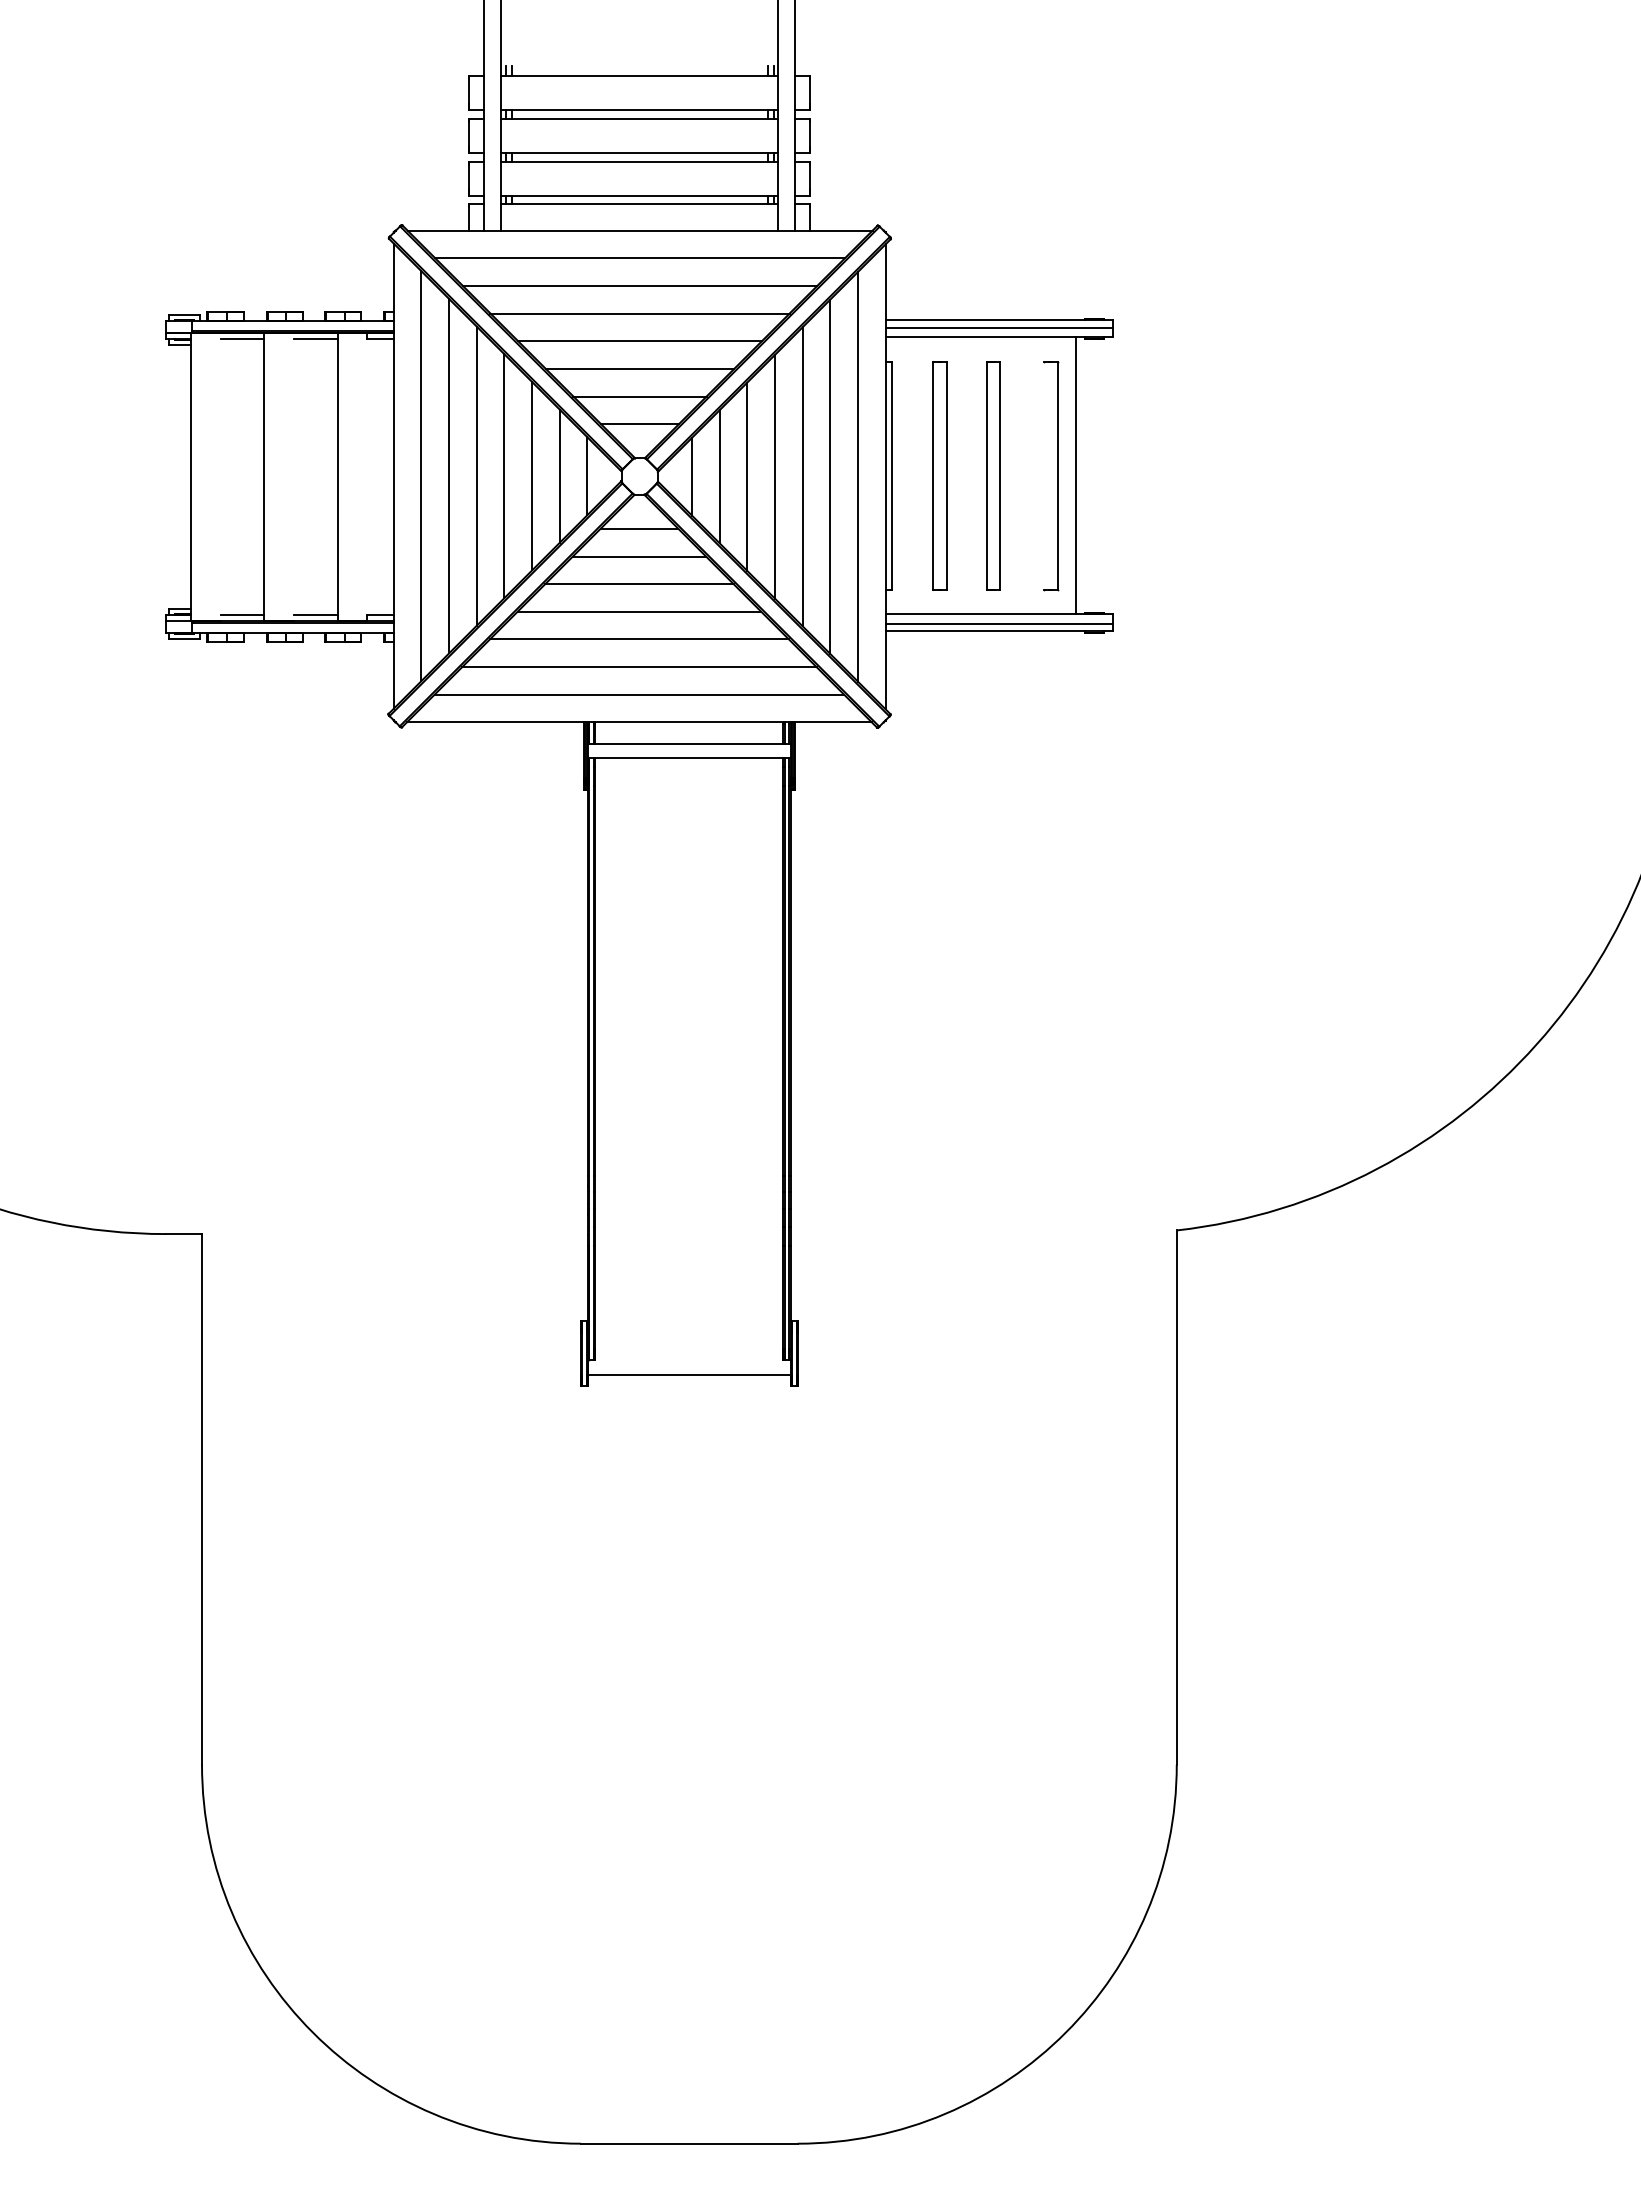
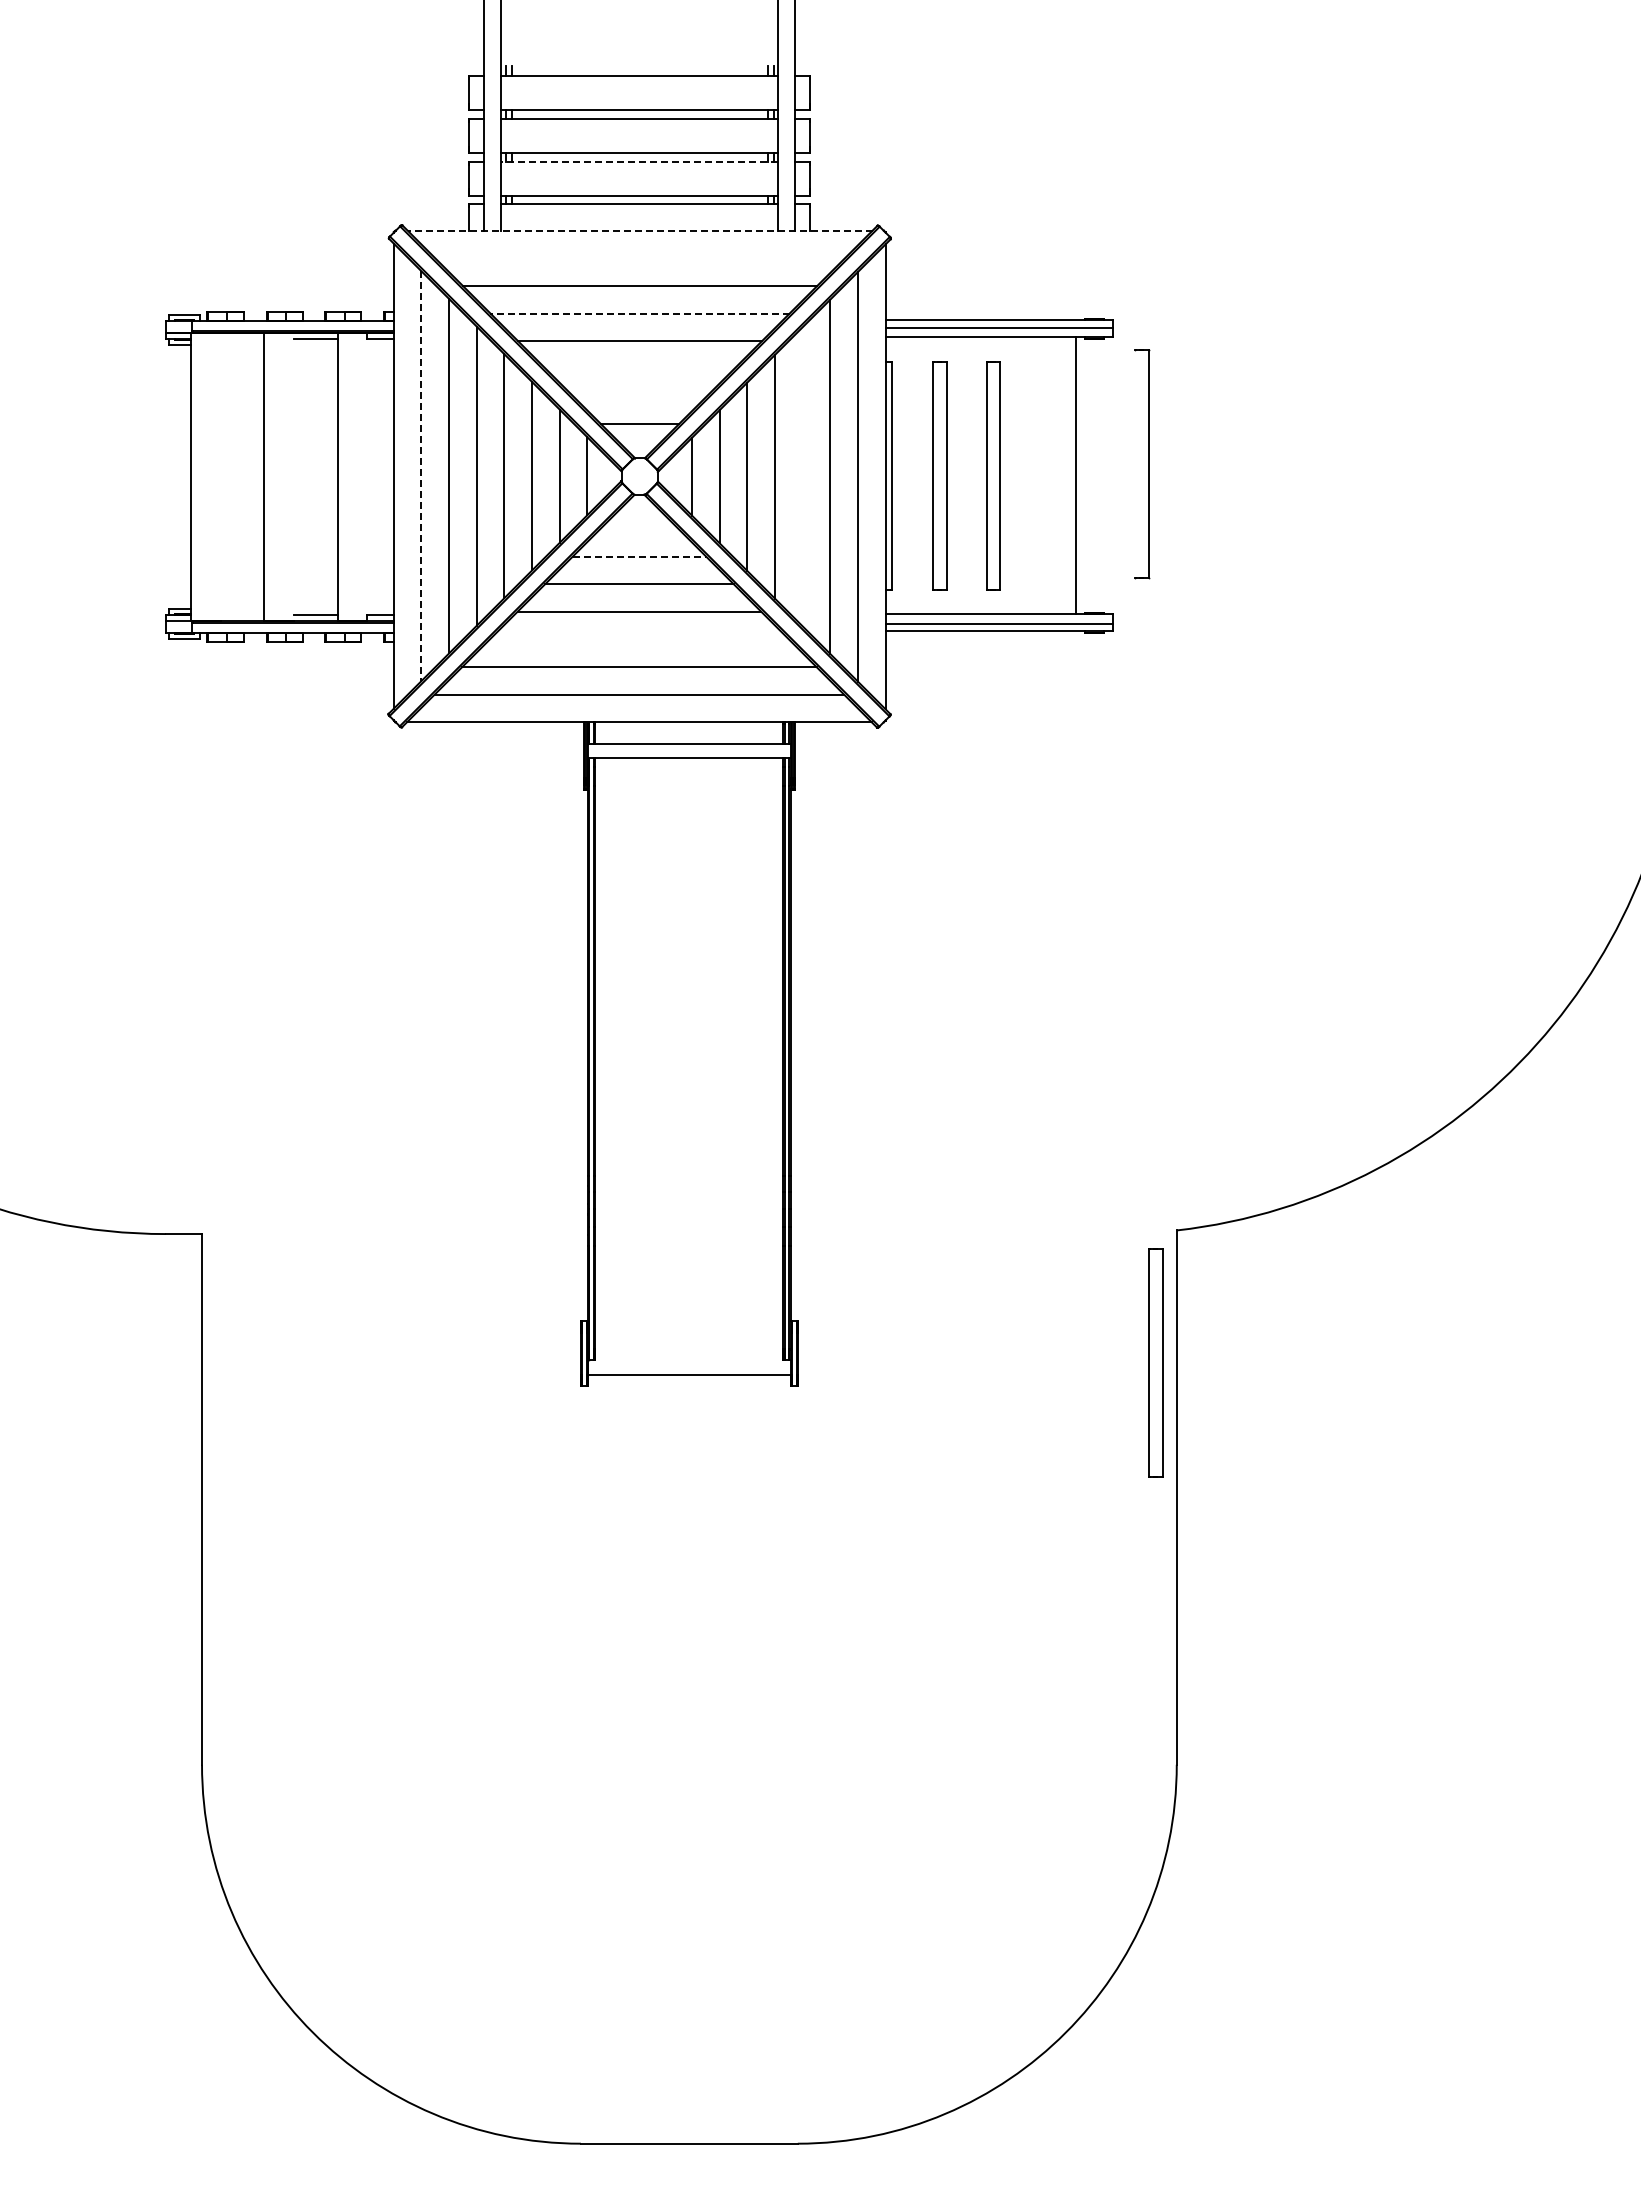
line at (639, 161): solid -> dashed
line at (640, 230): solid -> dashed
line at (640, 258): present -> none
line at (640, 313): solid -> dashed
line at (242, 338): present -> none
line at (639, 368): present -> none
line at (639, 396): present -> none
line at (421, 476): solid -> dashed
line at (802, 476): present -> none
part at (1051, 476) position: (1051, 476) -> (1142, 464)
line at (639, 528): present -> none
line at (639, 556): solid -> dashed
line at (242, 615): present -> none
line at (639, 639): present -> none
part at (1155, 1362): none -> present
